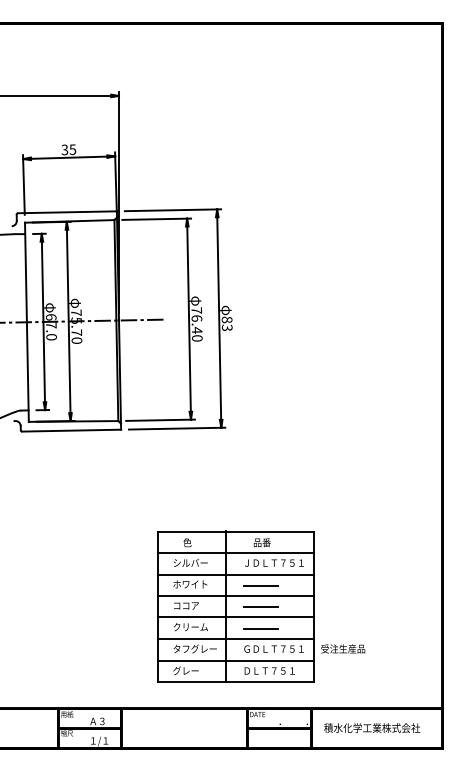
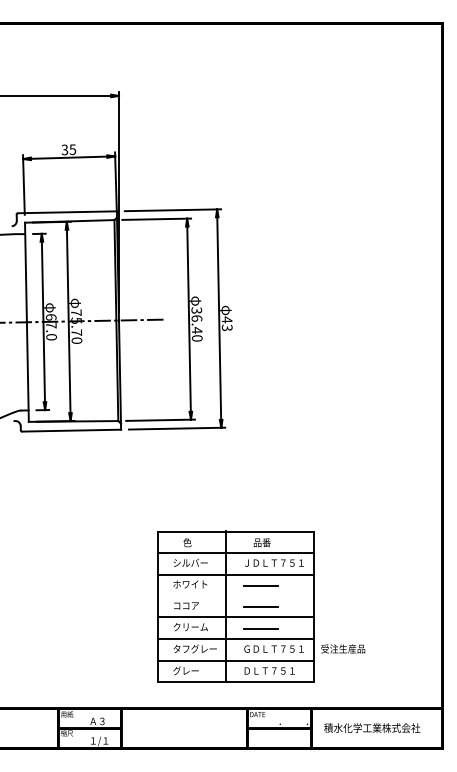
text at (196, 310): 76.40 -> 36.40
text at (226, 319): 83 -> 43
line at (235, 595): present -> none
